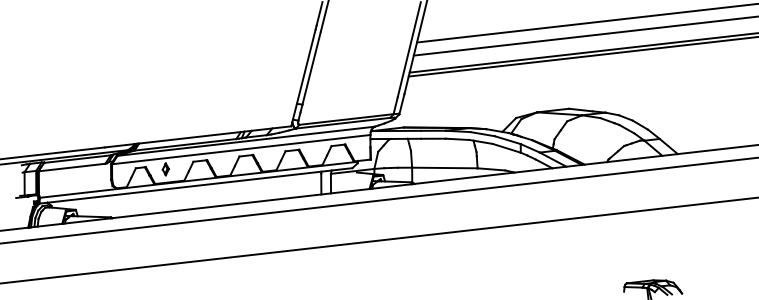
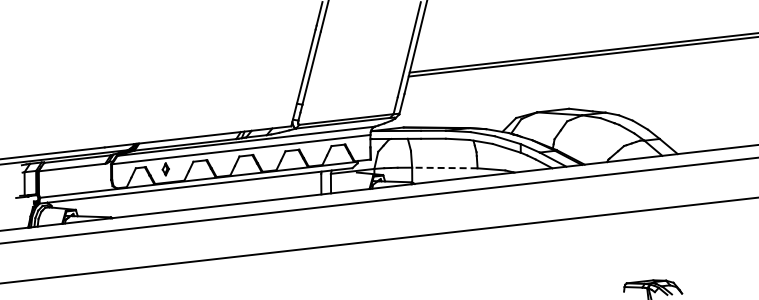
line at (586, 23): present -> none
line at (584, 35): present -> none
line at (444, 168): solid -> dashed
